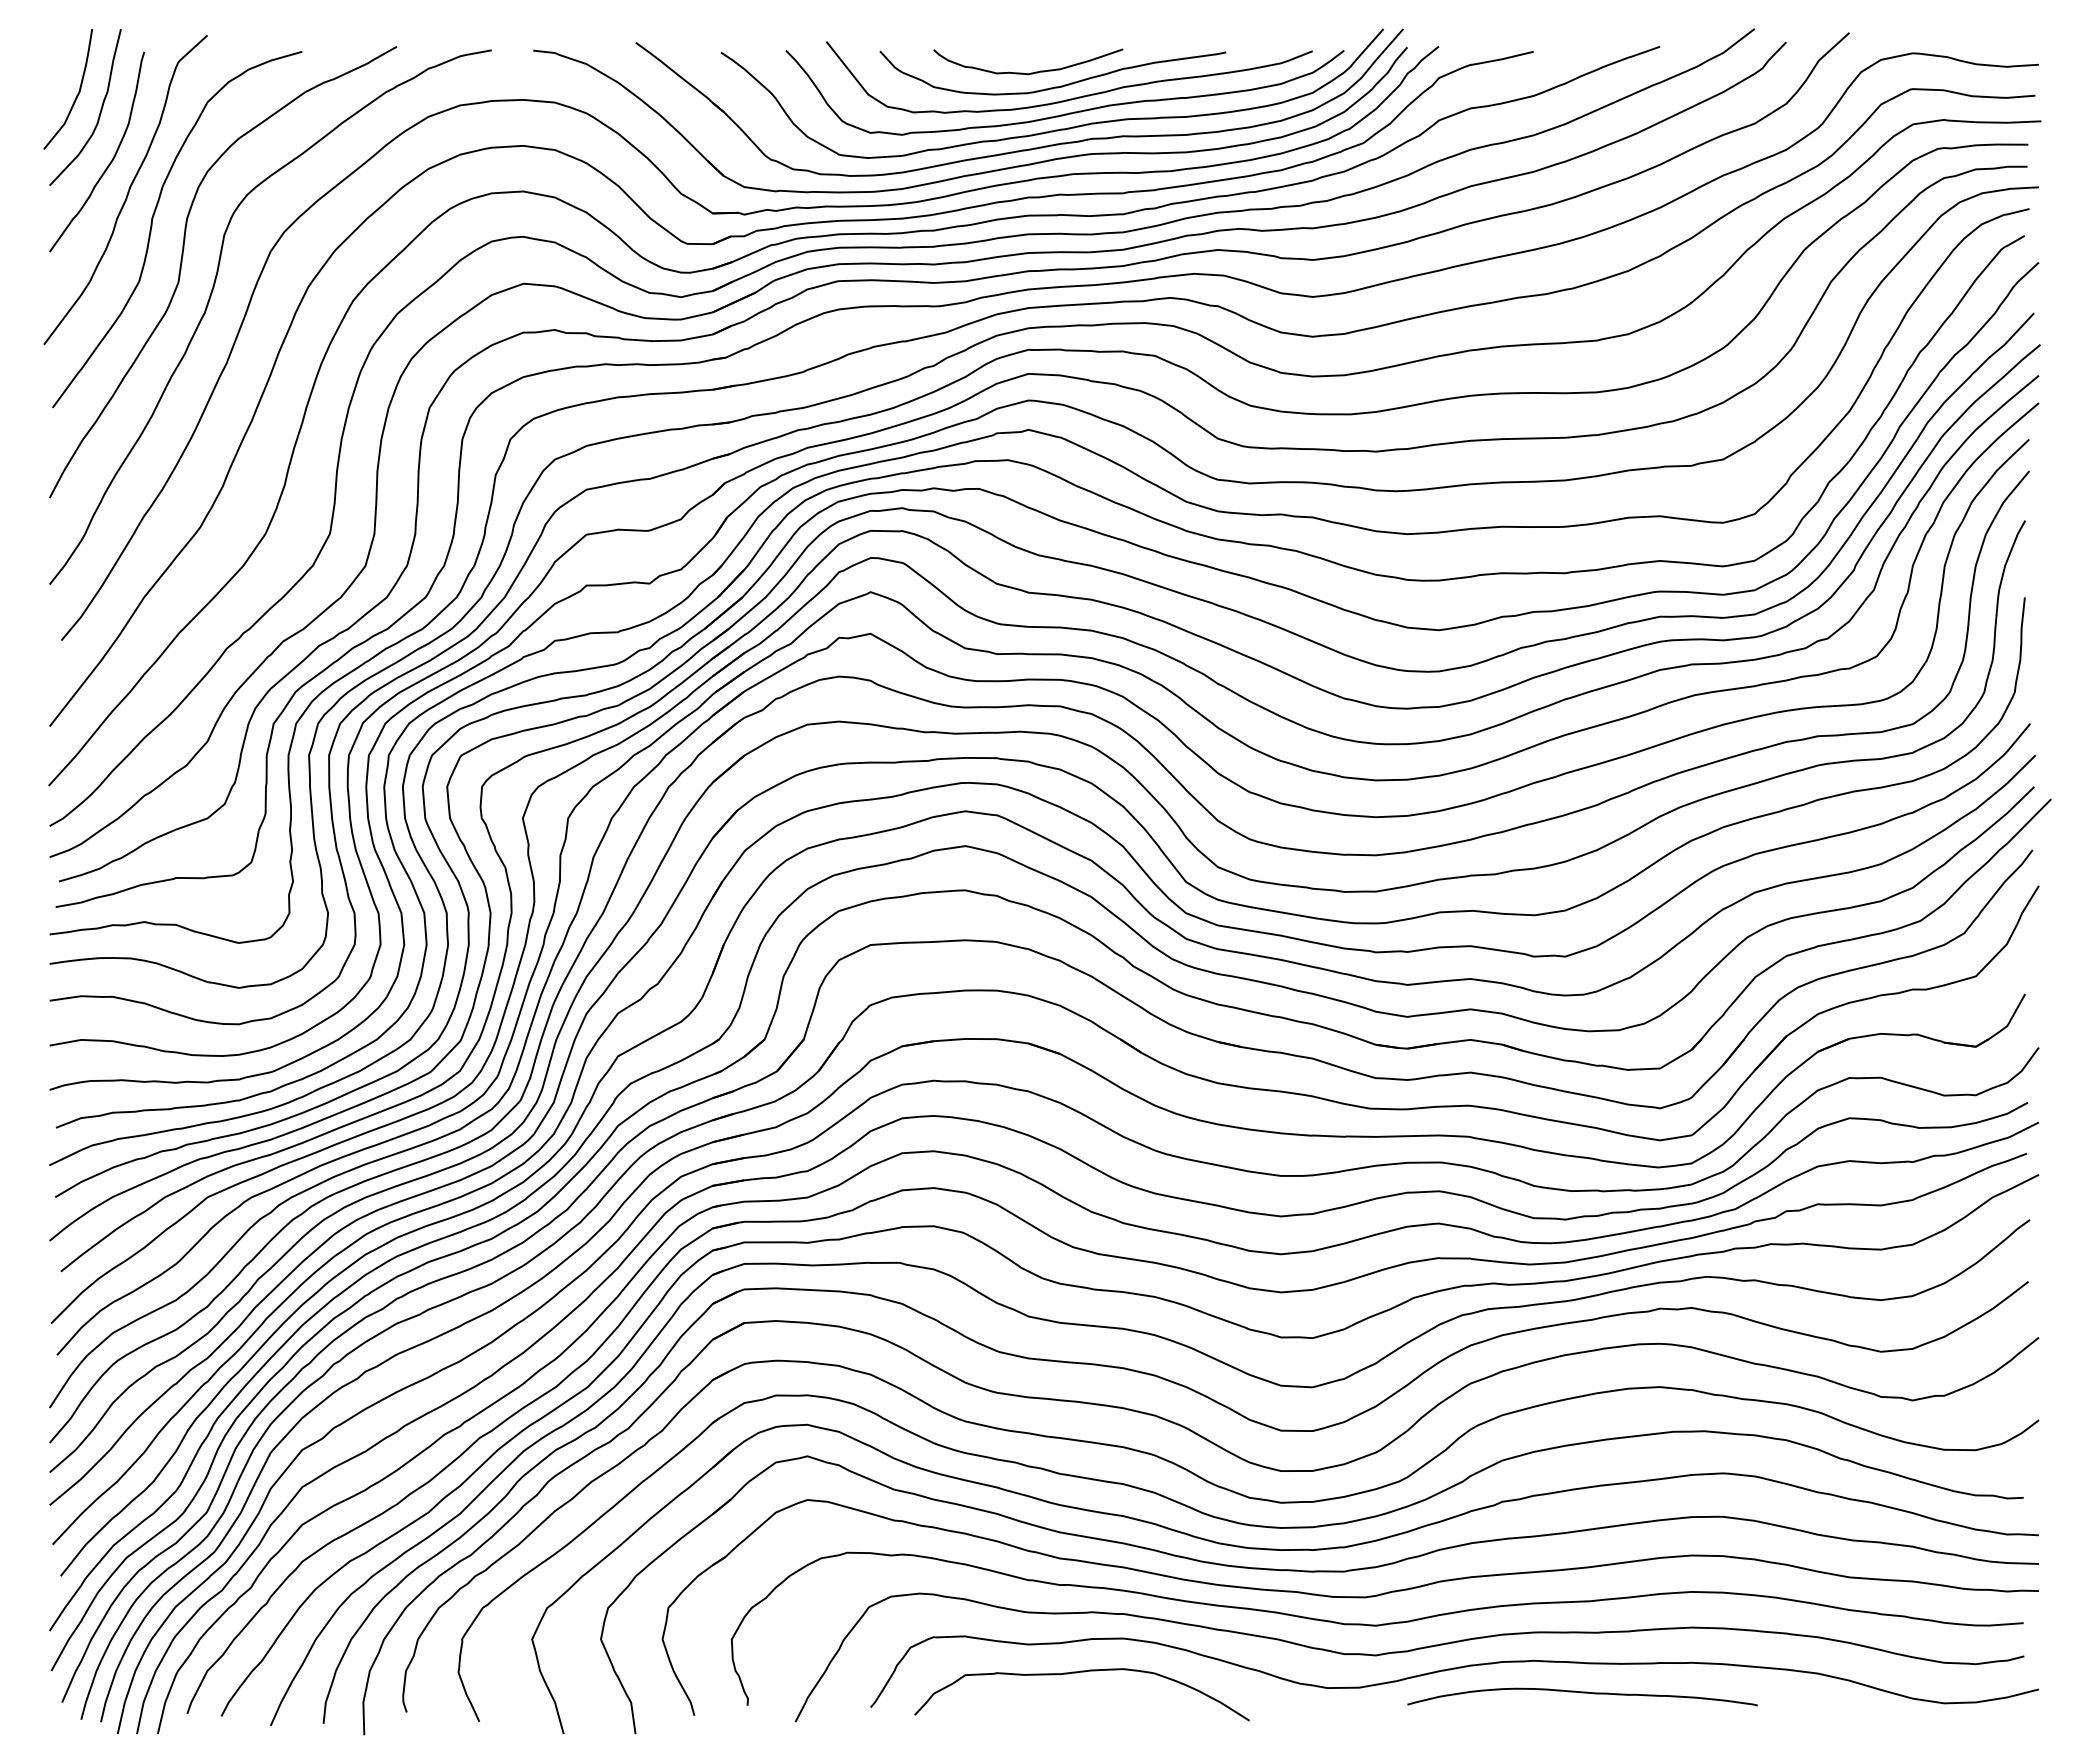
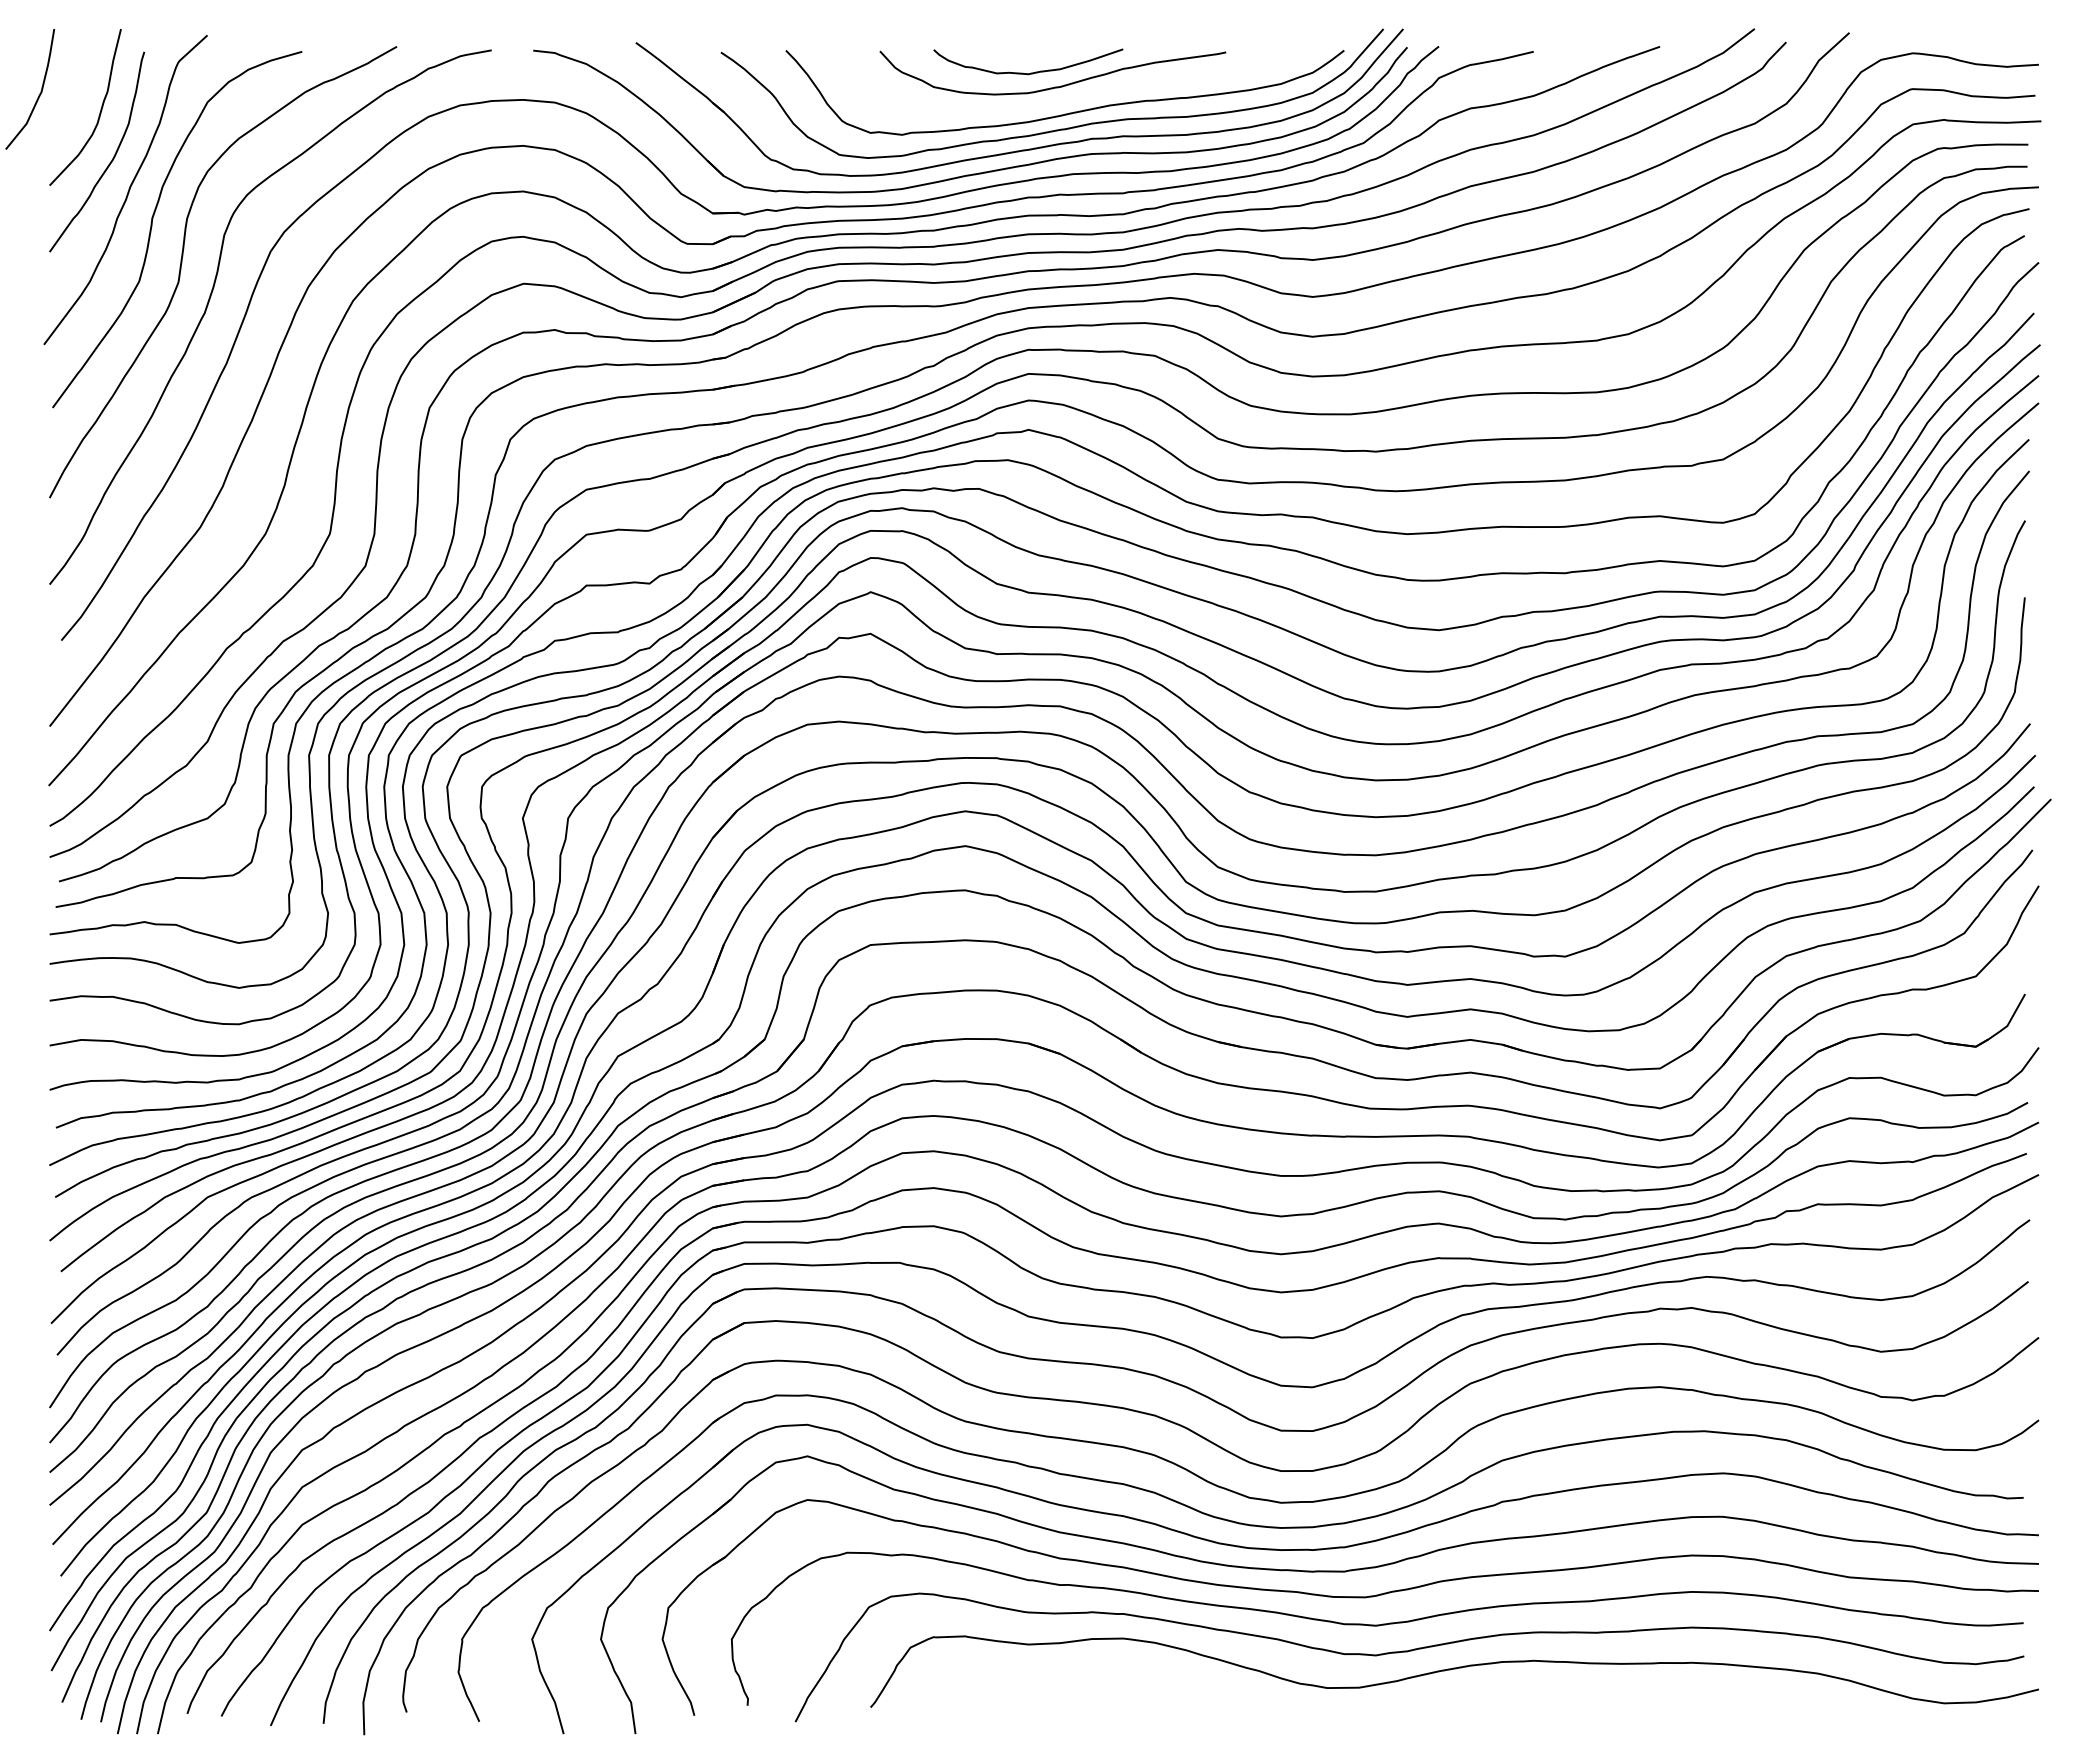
curve at (77, 93) position: (77, 93) -> (39, 93)
curve at (1074, 97): present -> none
curve at (1076, 1673): present -> none
curve at (1582, 1693): present -> none
